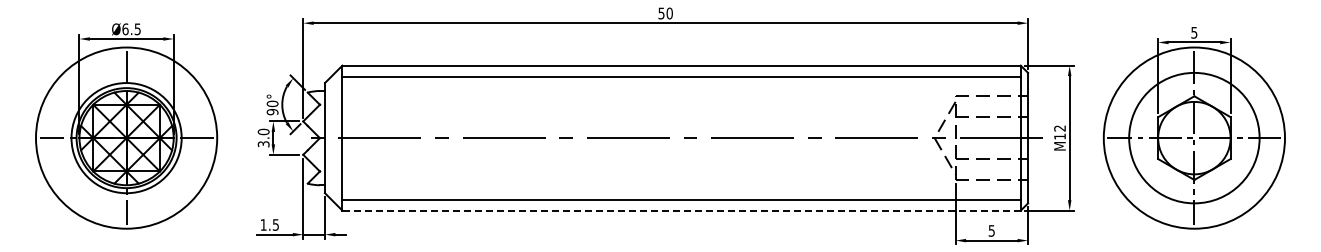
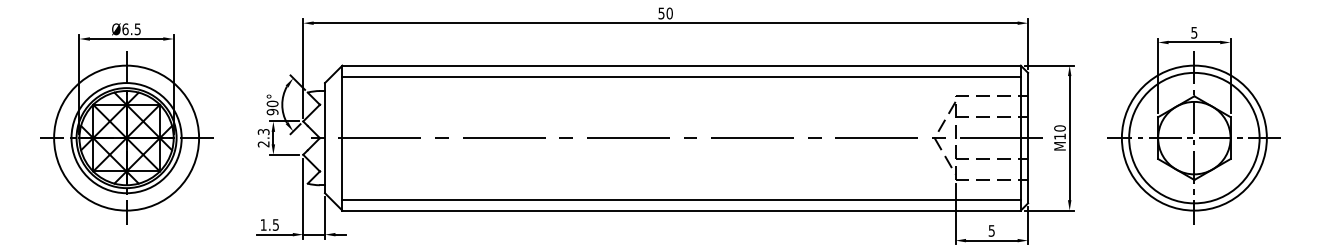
text at (1059, 128): M12 -> M10
circle at (126, 137) diameter: 181 px -> 145 px
text at (263, 137): 3.0 -> 2.3
circle at (1193, 137) diameter: 181 px -> 145 px
line at (681, 210): dashed -> solid
